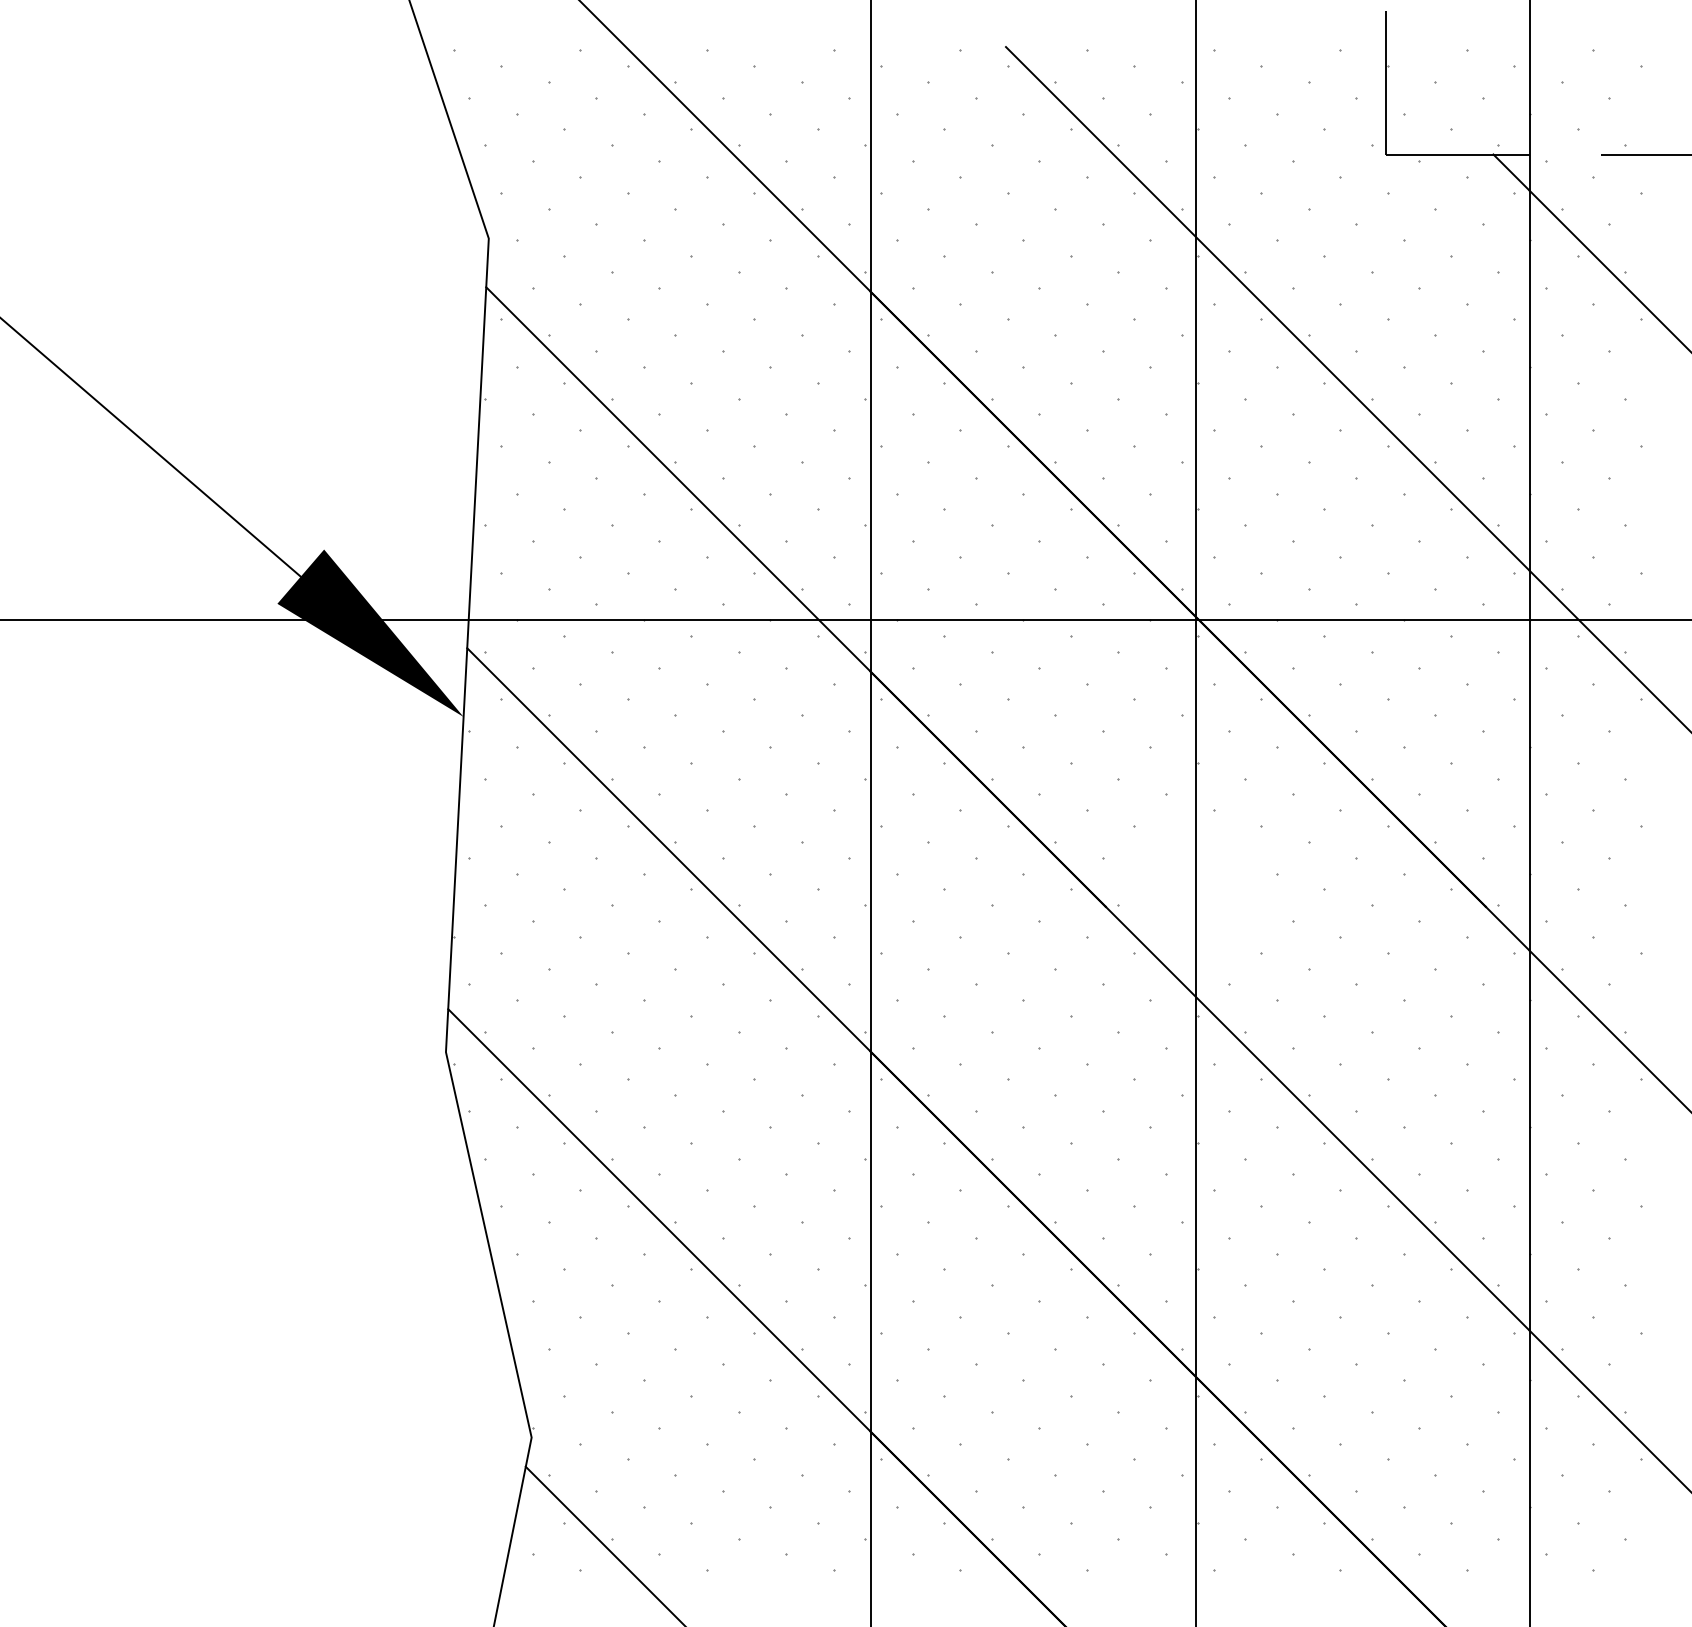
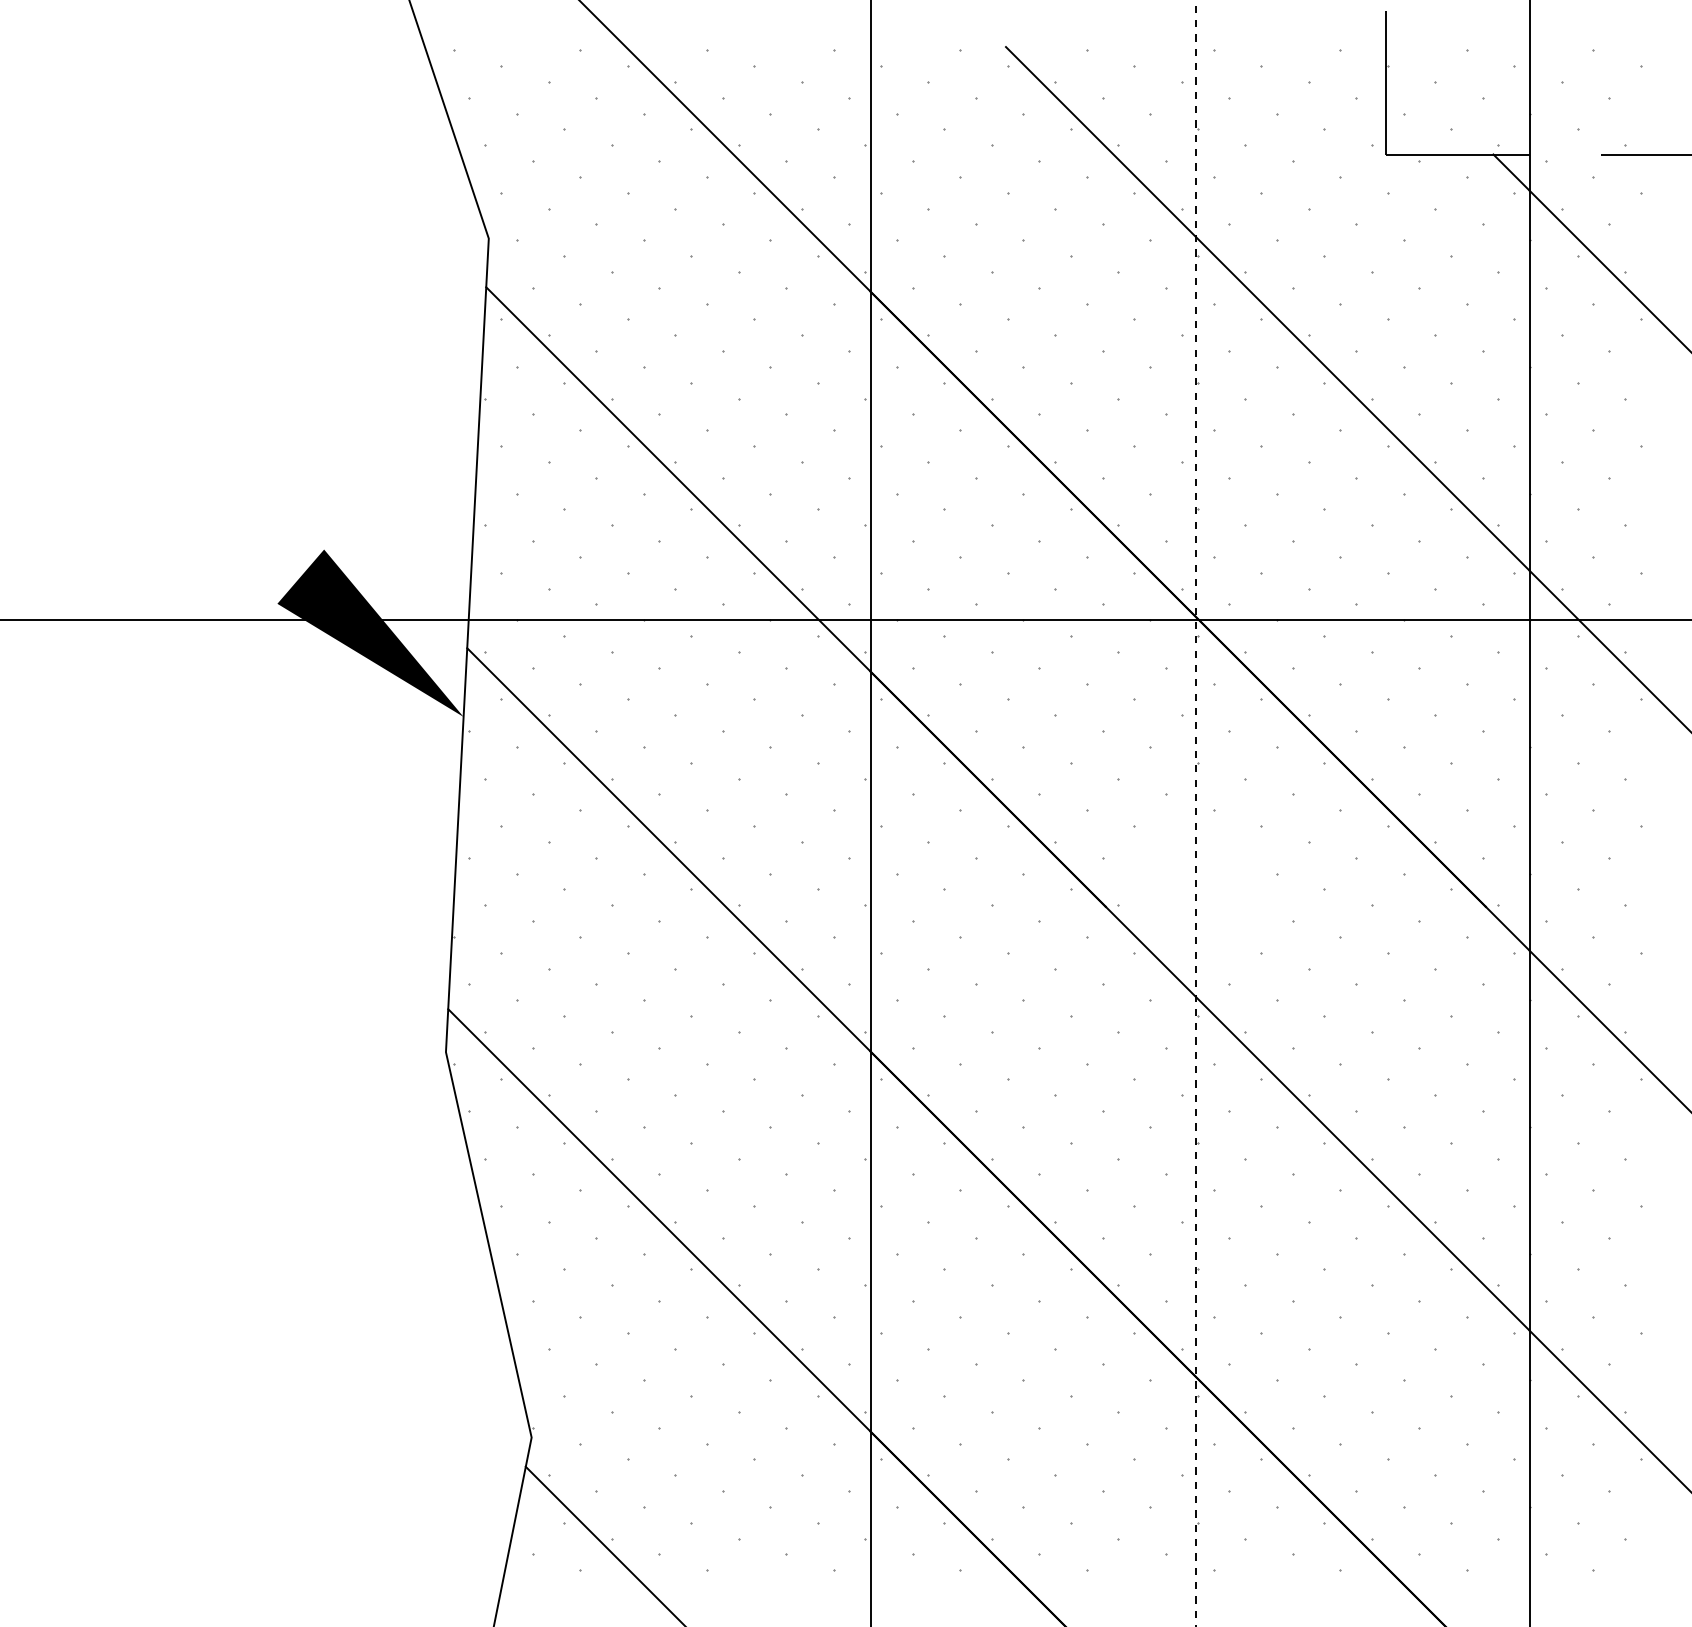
line at (151, 447): present -> none
line at (1195, 813): solid -> dashed
